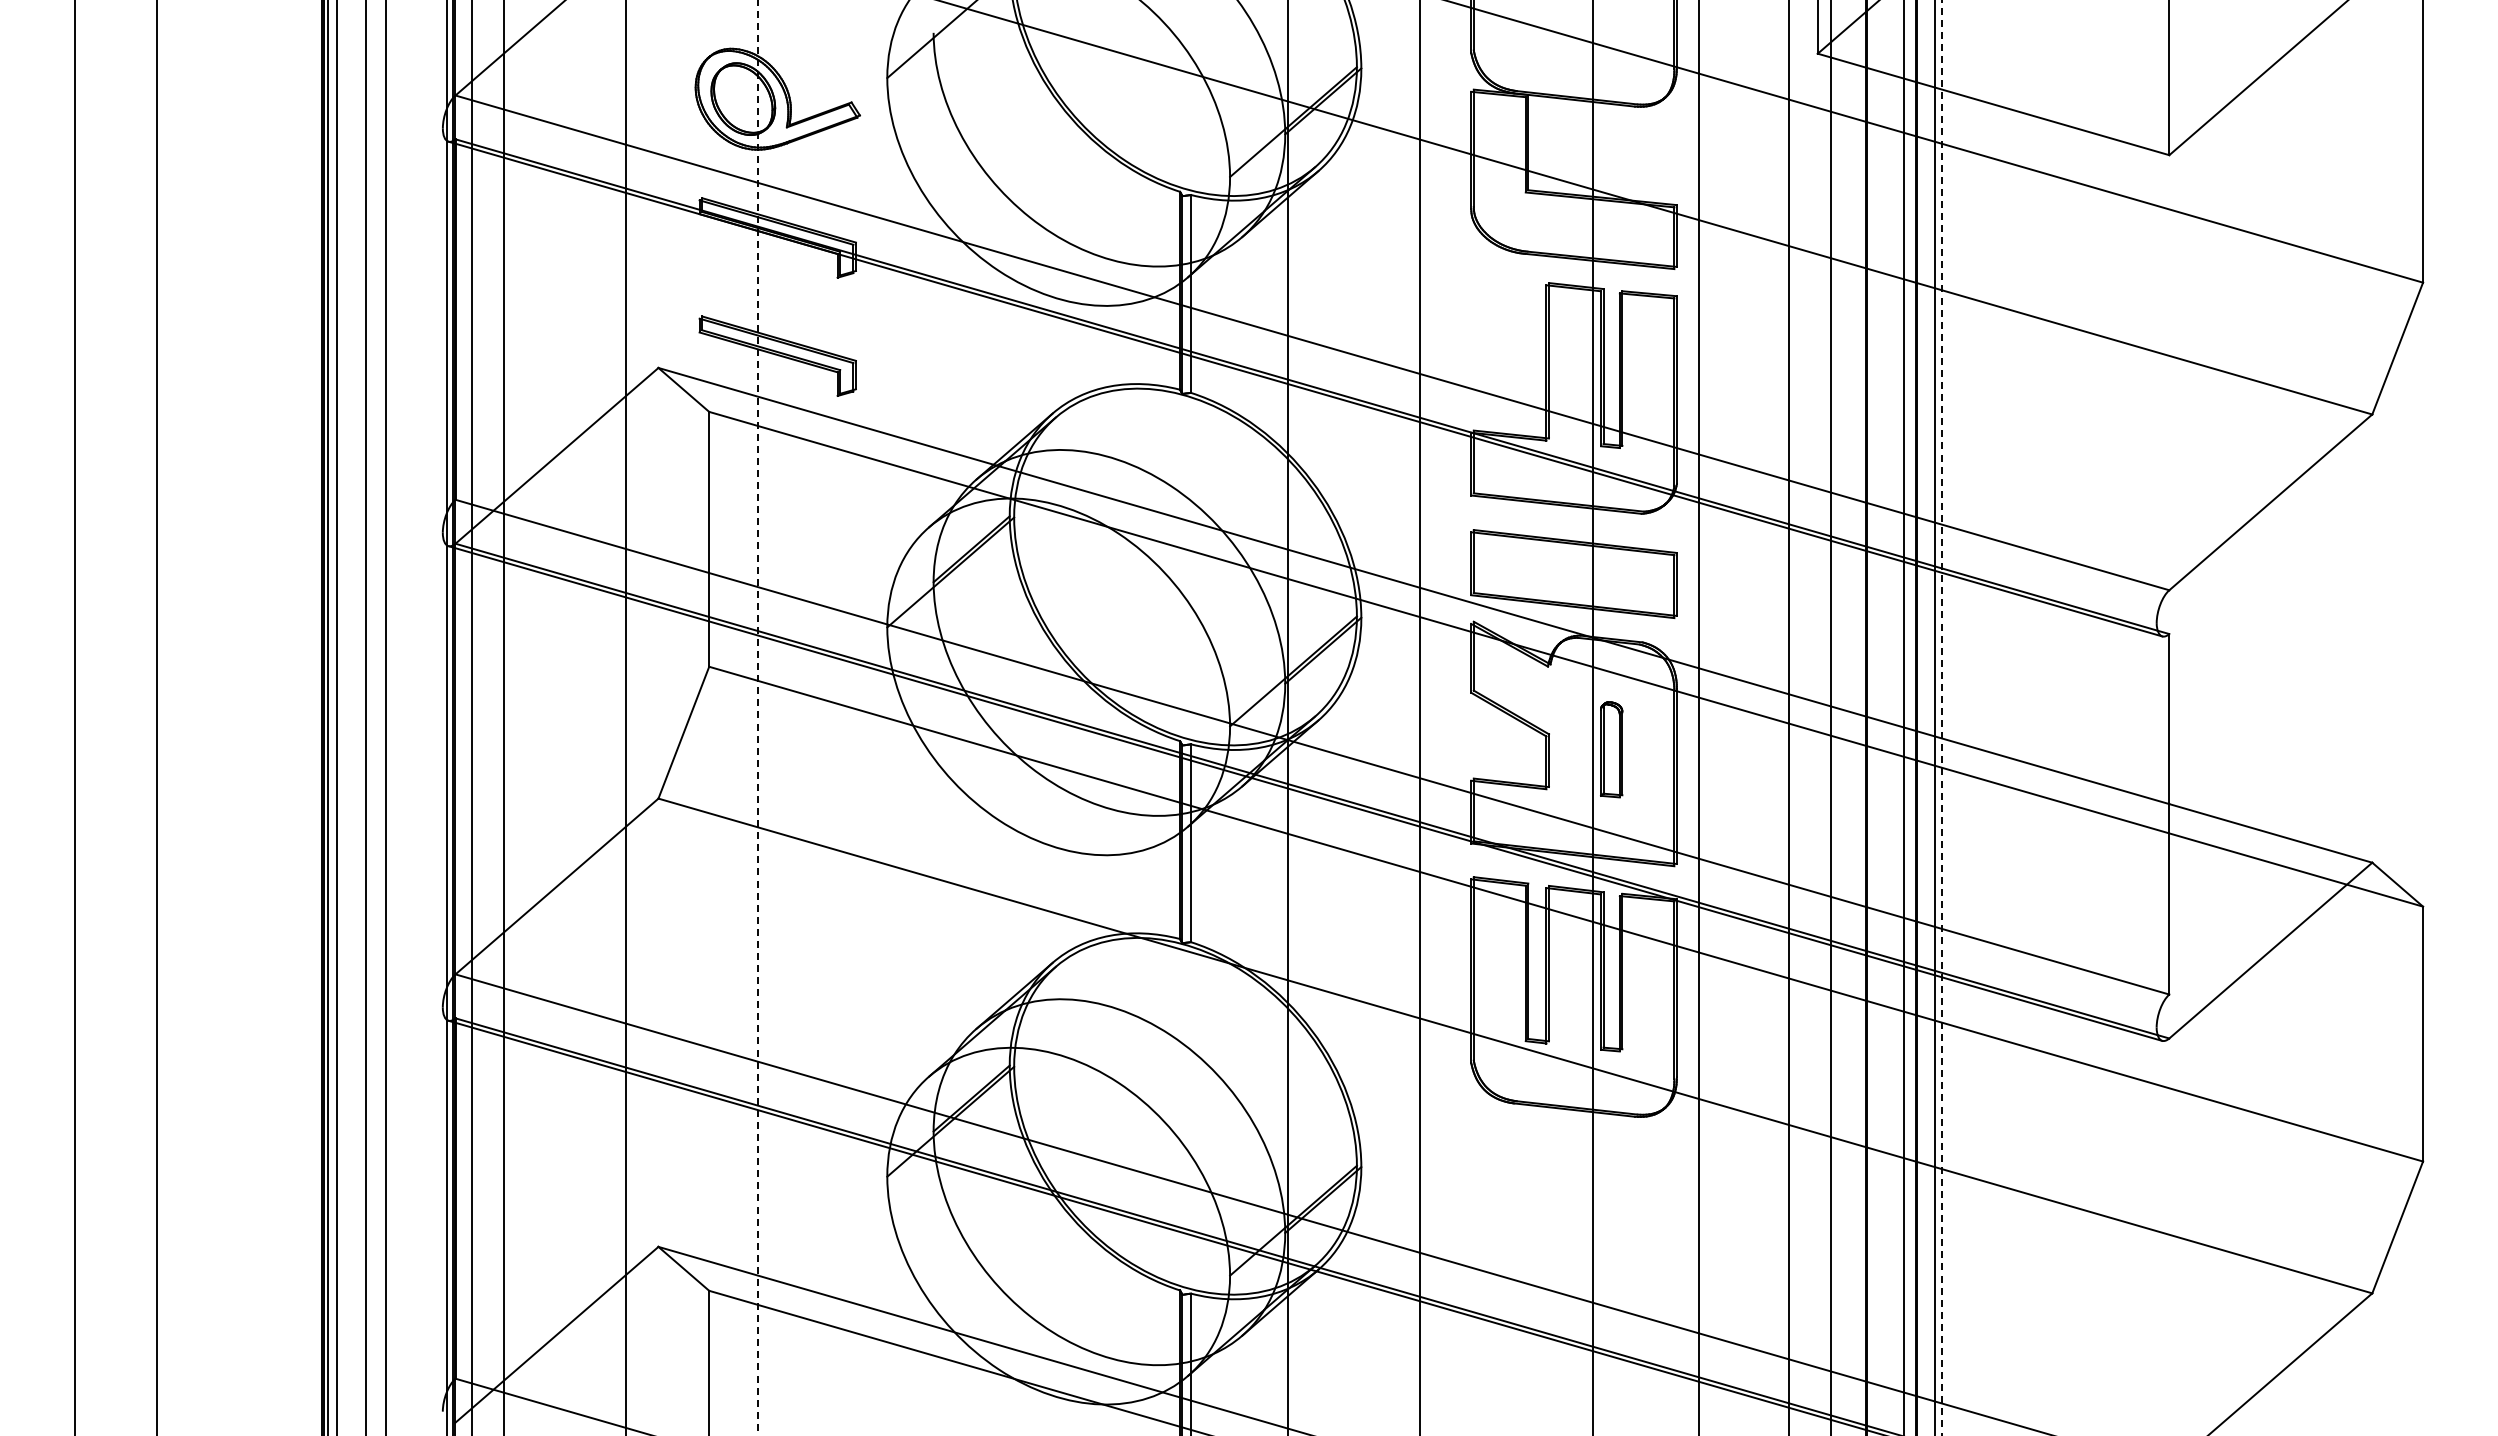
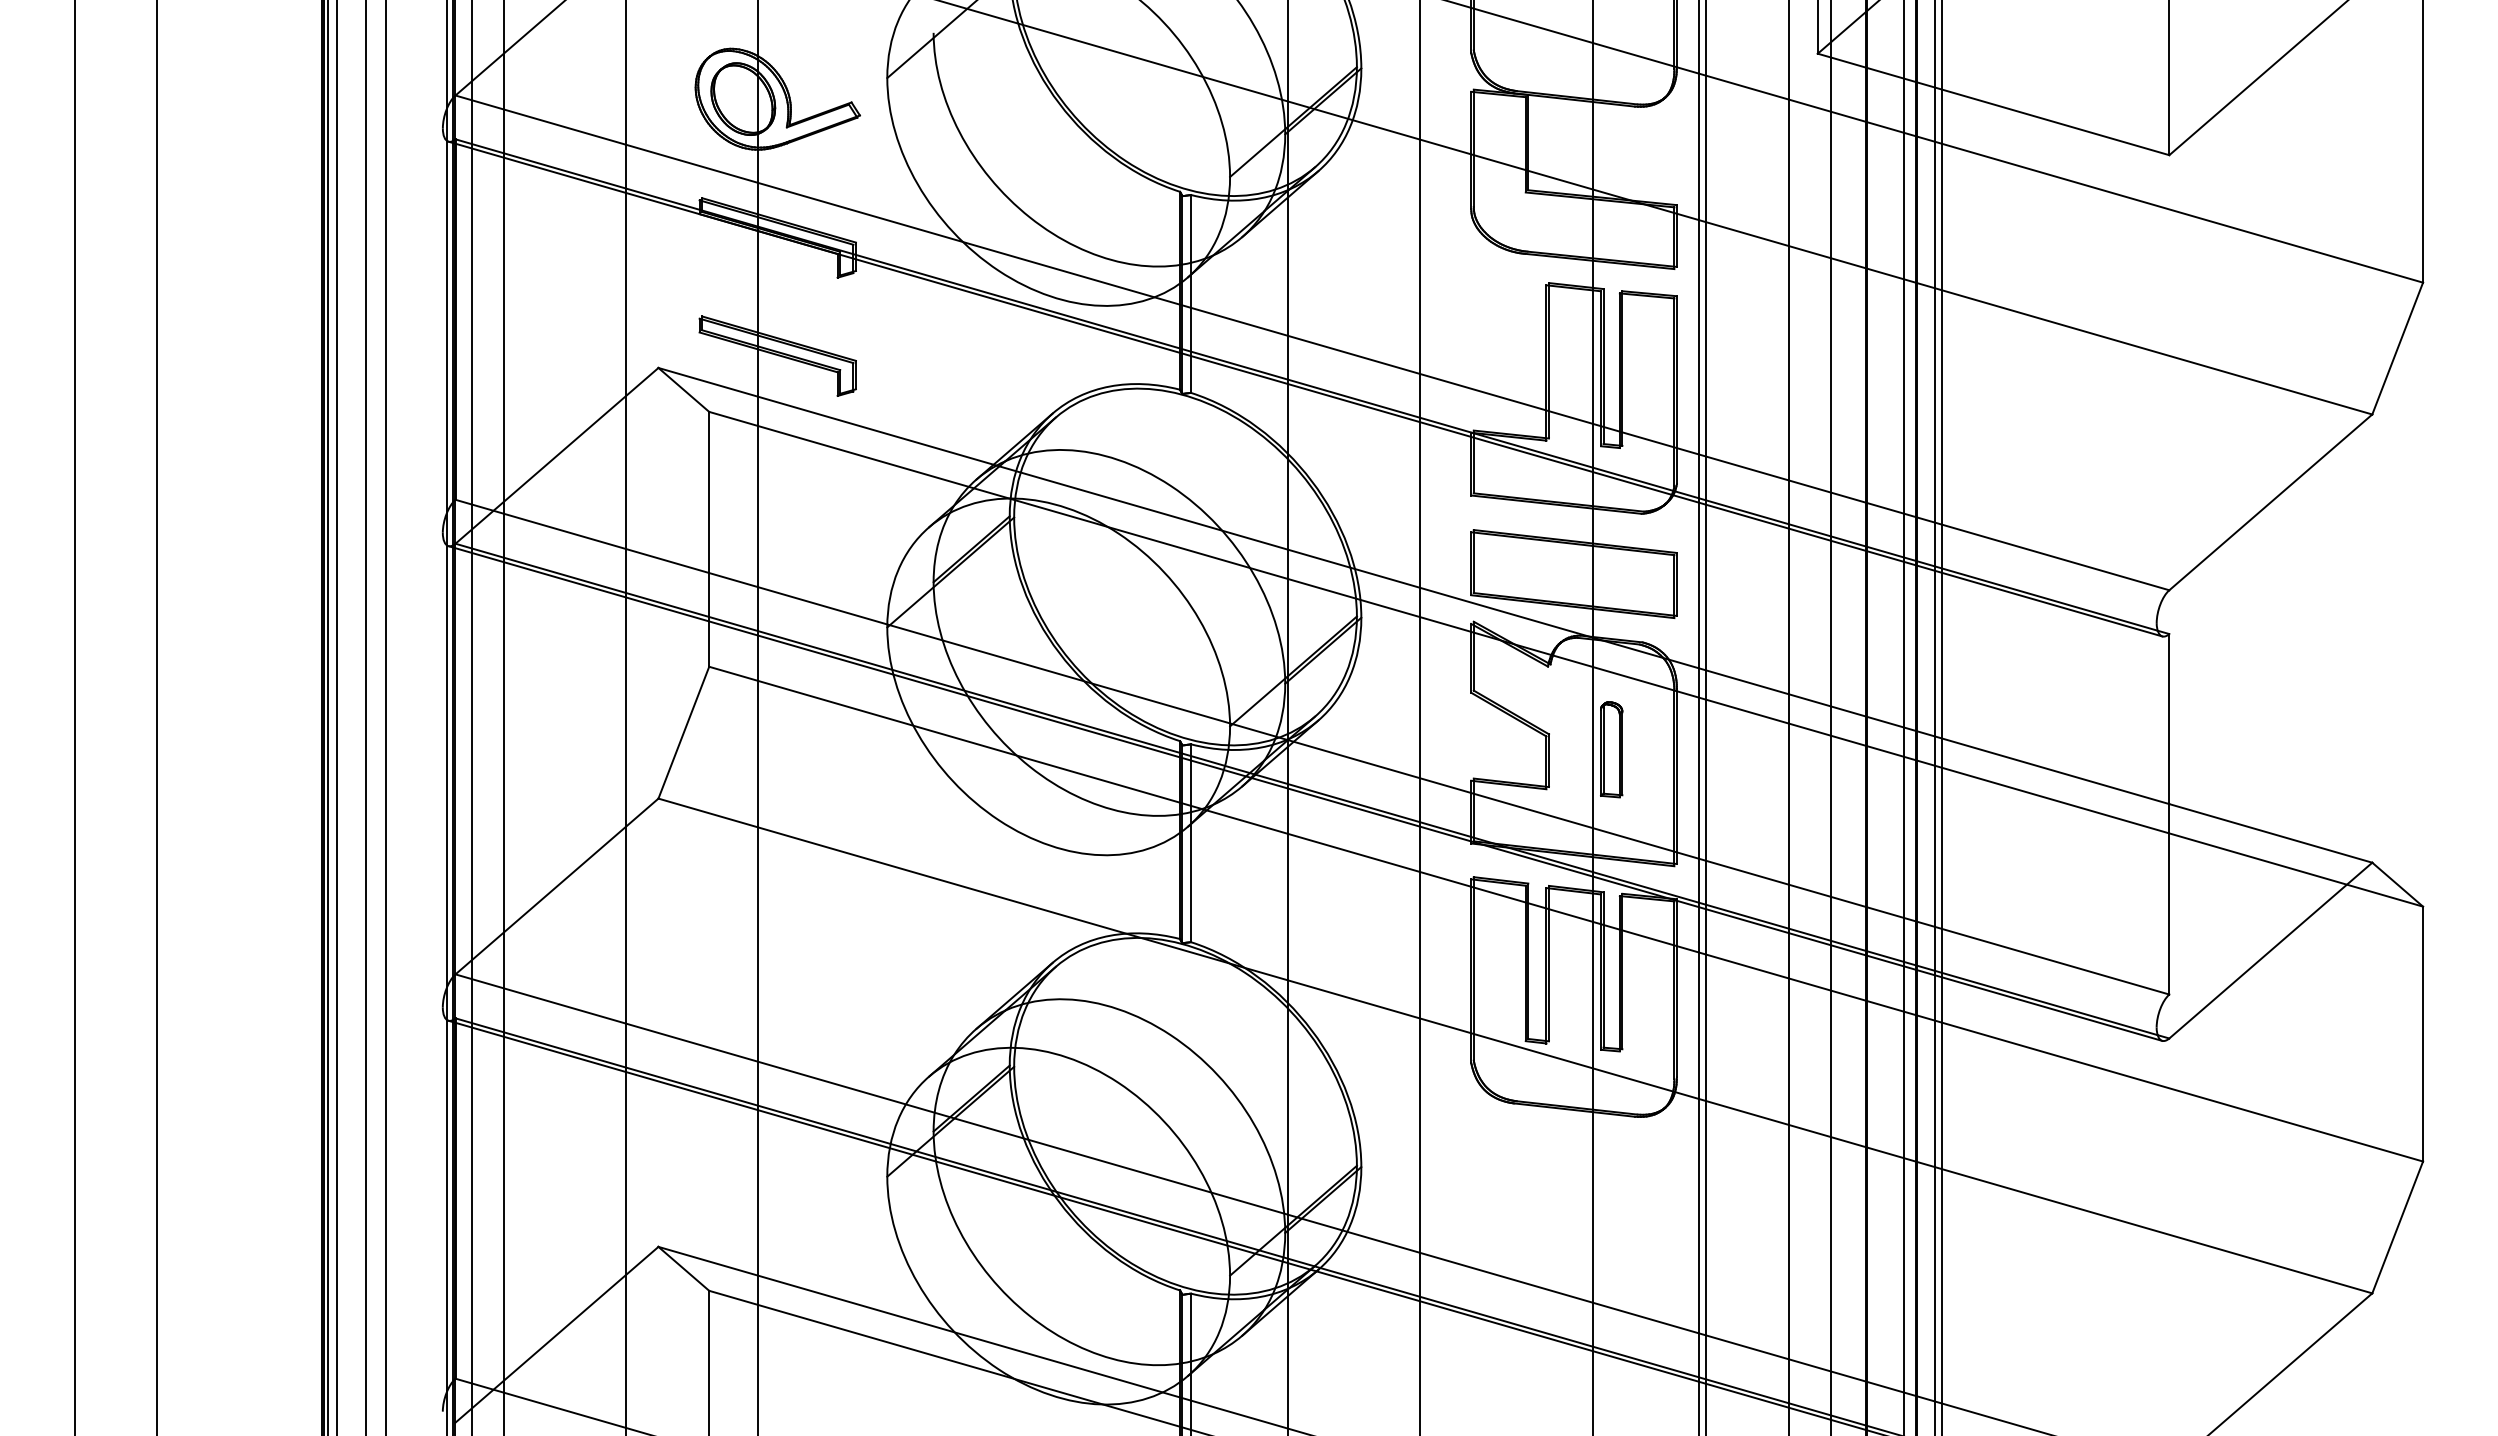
line at (1706, 717): none -> present
line at (1941, 717): dashed -> solid
line at (757, 718): dashed -> solid
